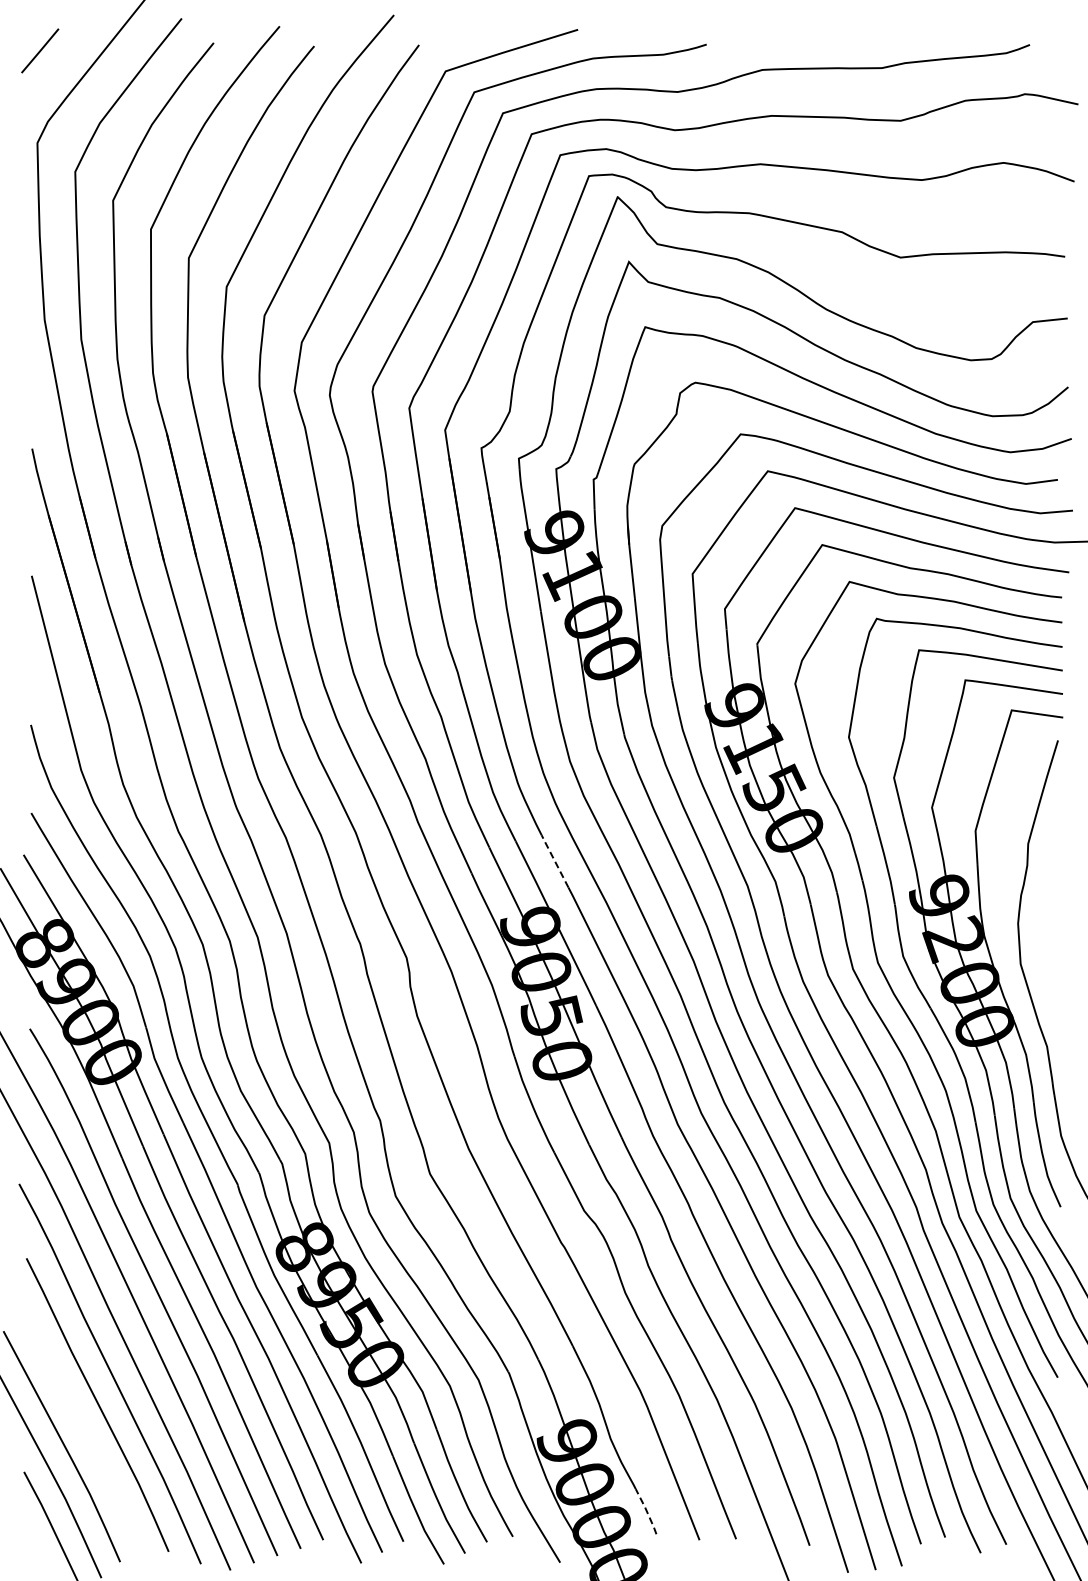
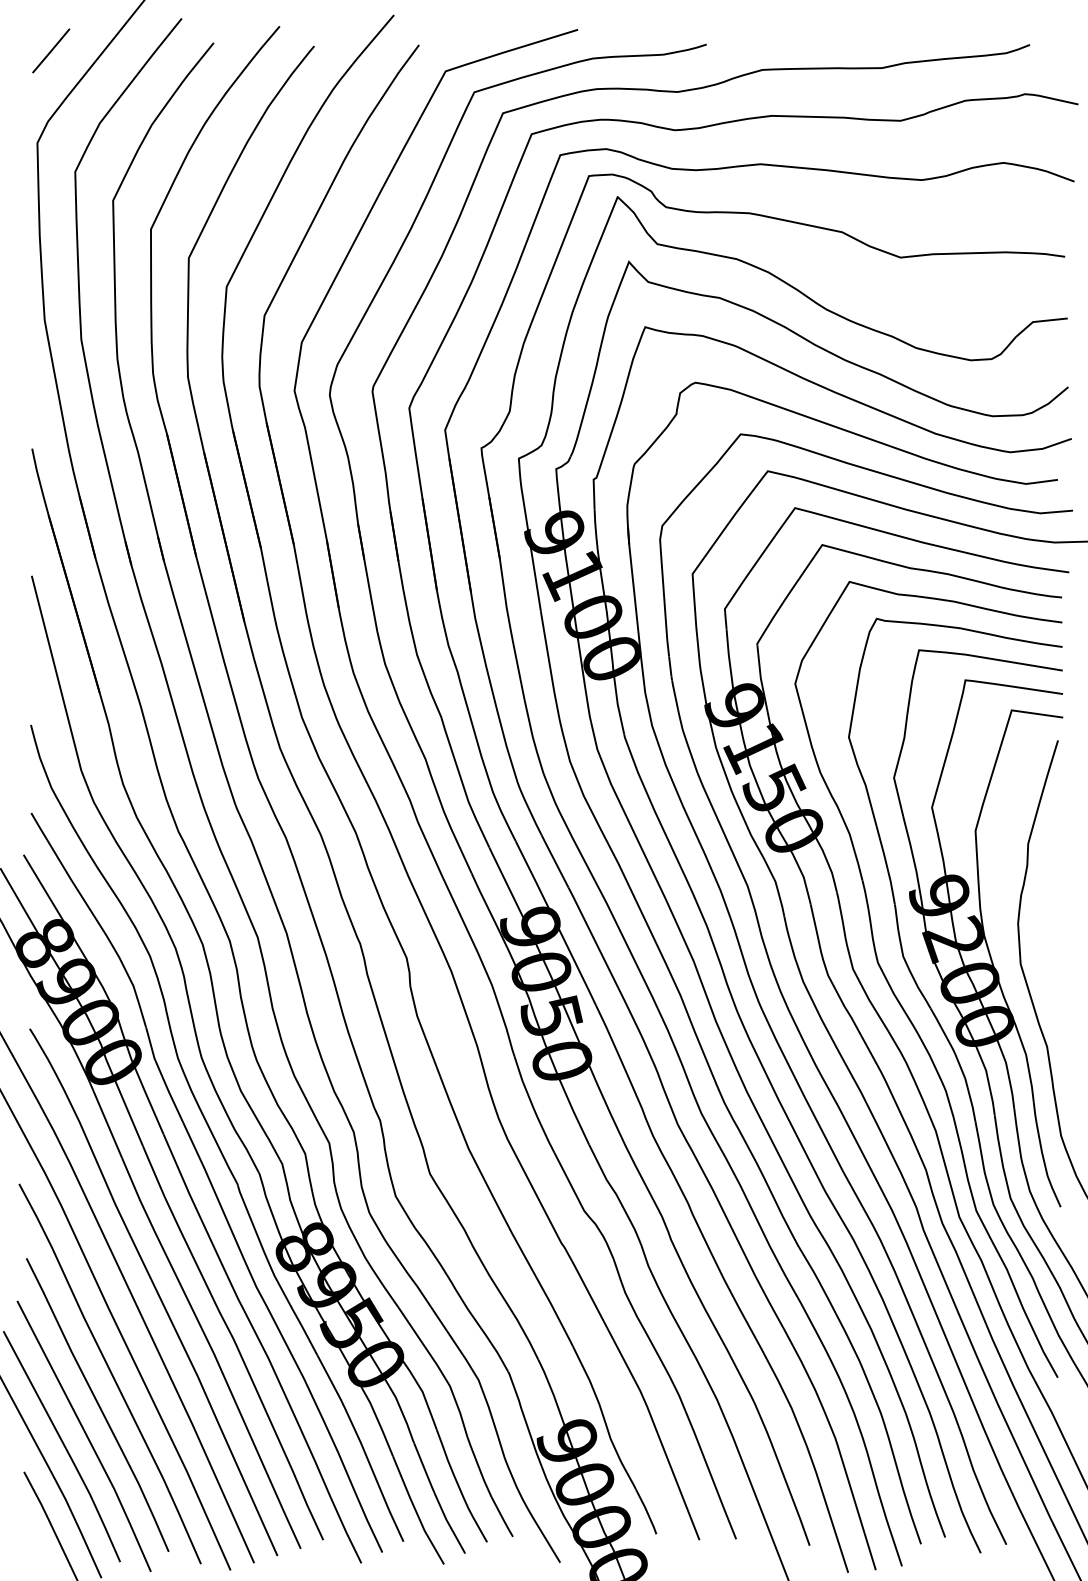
line at (40, 50) position: (40, 50) -> (51, 50)
line at (554, 860): dashed -> solid
line at (85, 1435): none -> present
line at (646, 1511): dashed -> solid
